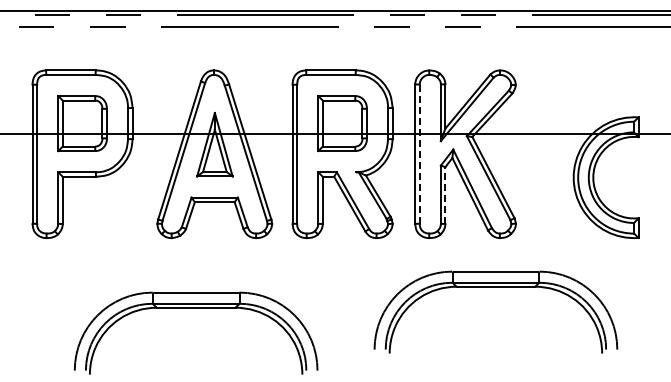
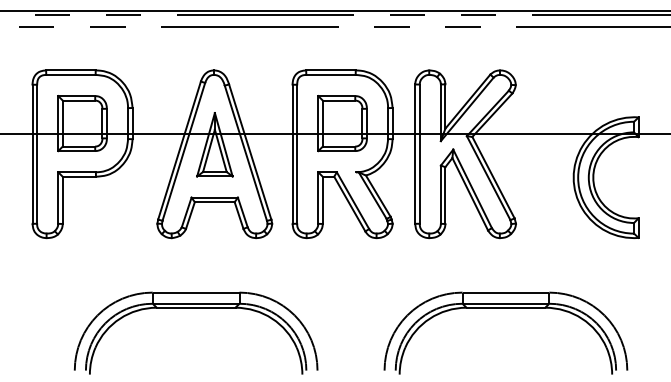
line at (419, 154): dashed -> solid
line at (445, 195): dashed -> solid
part at (495, 287) position: (495, 287) -> (505, 308)
